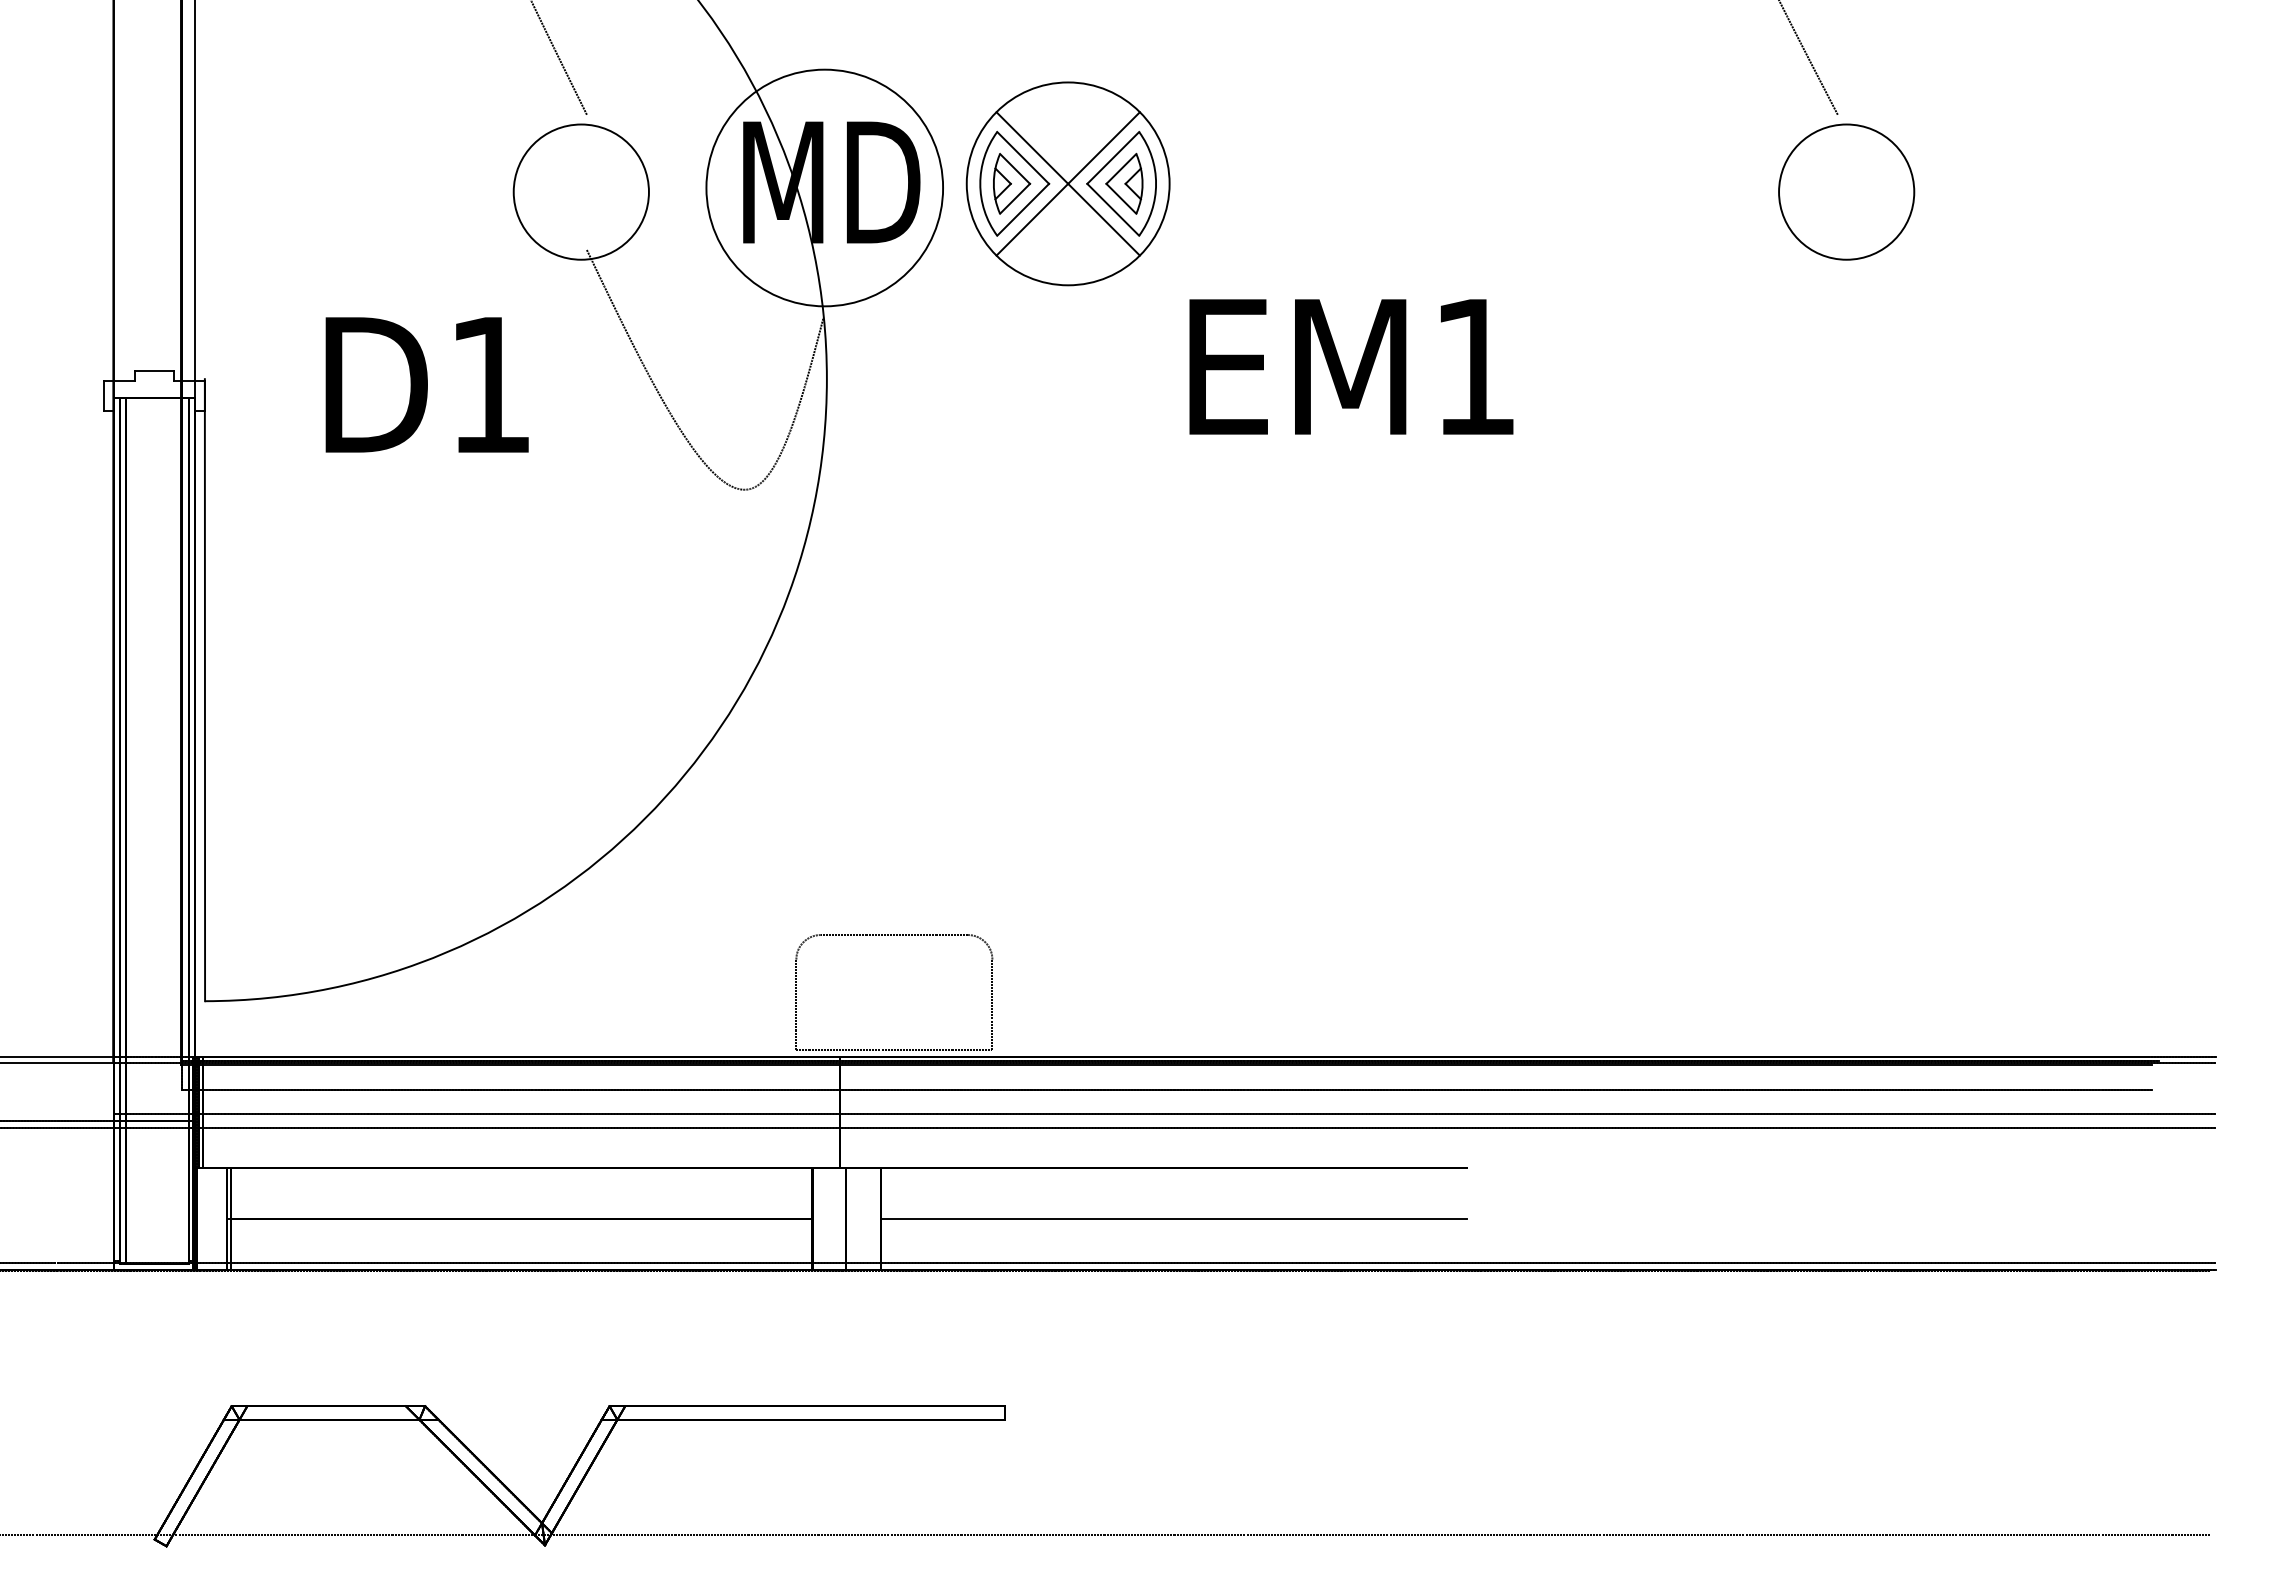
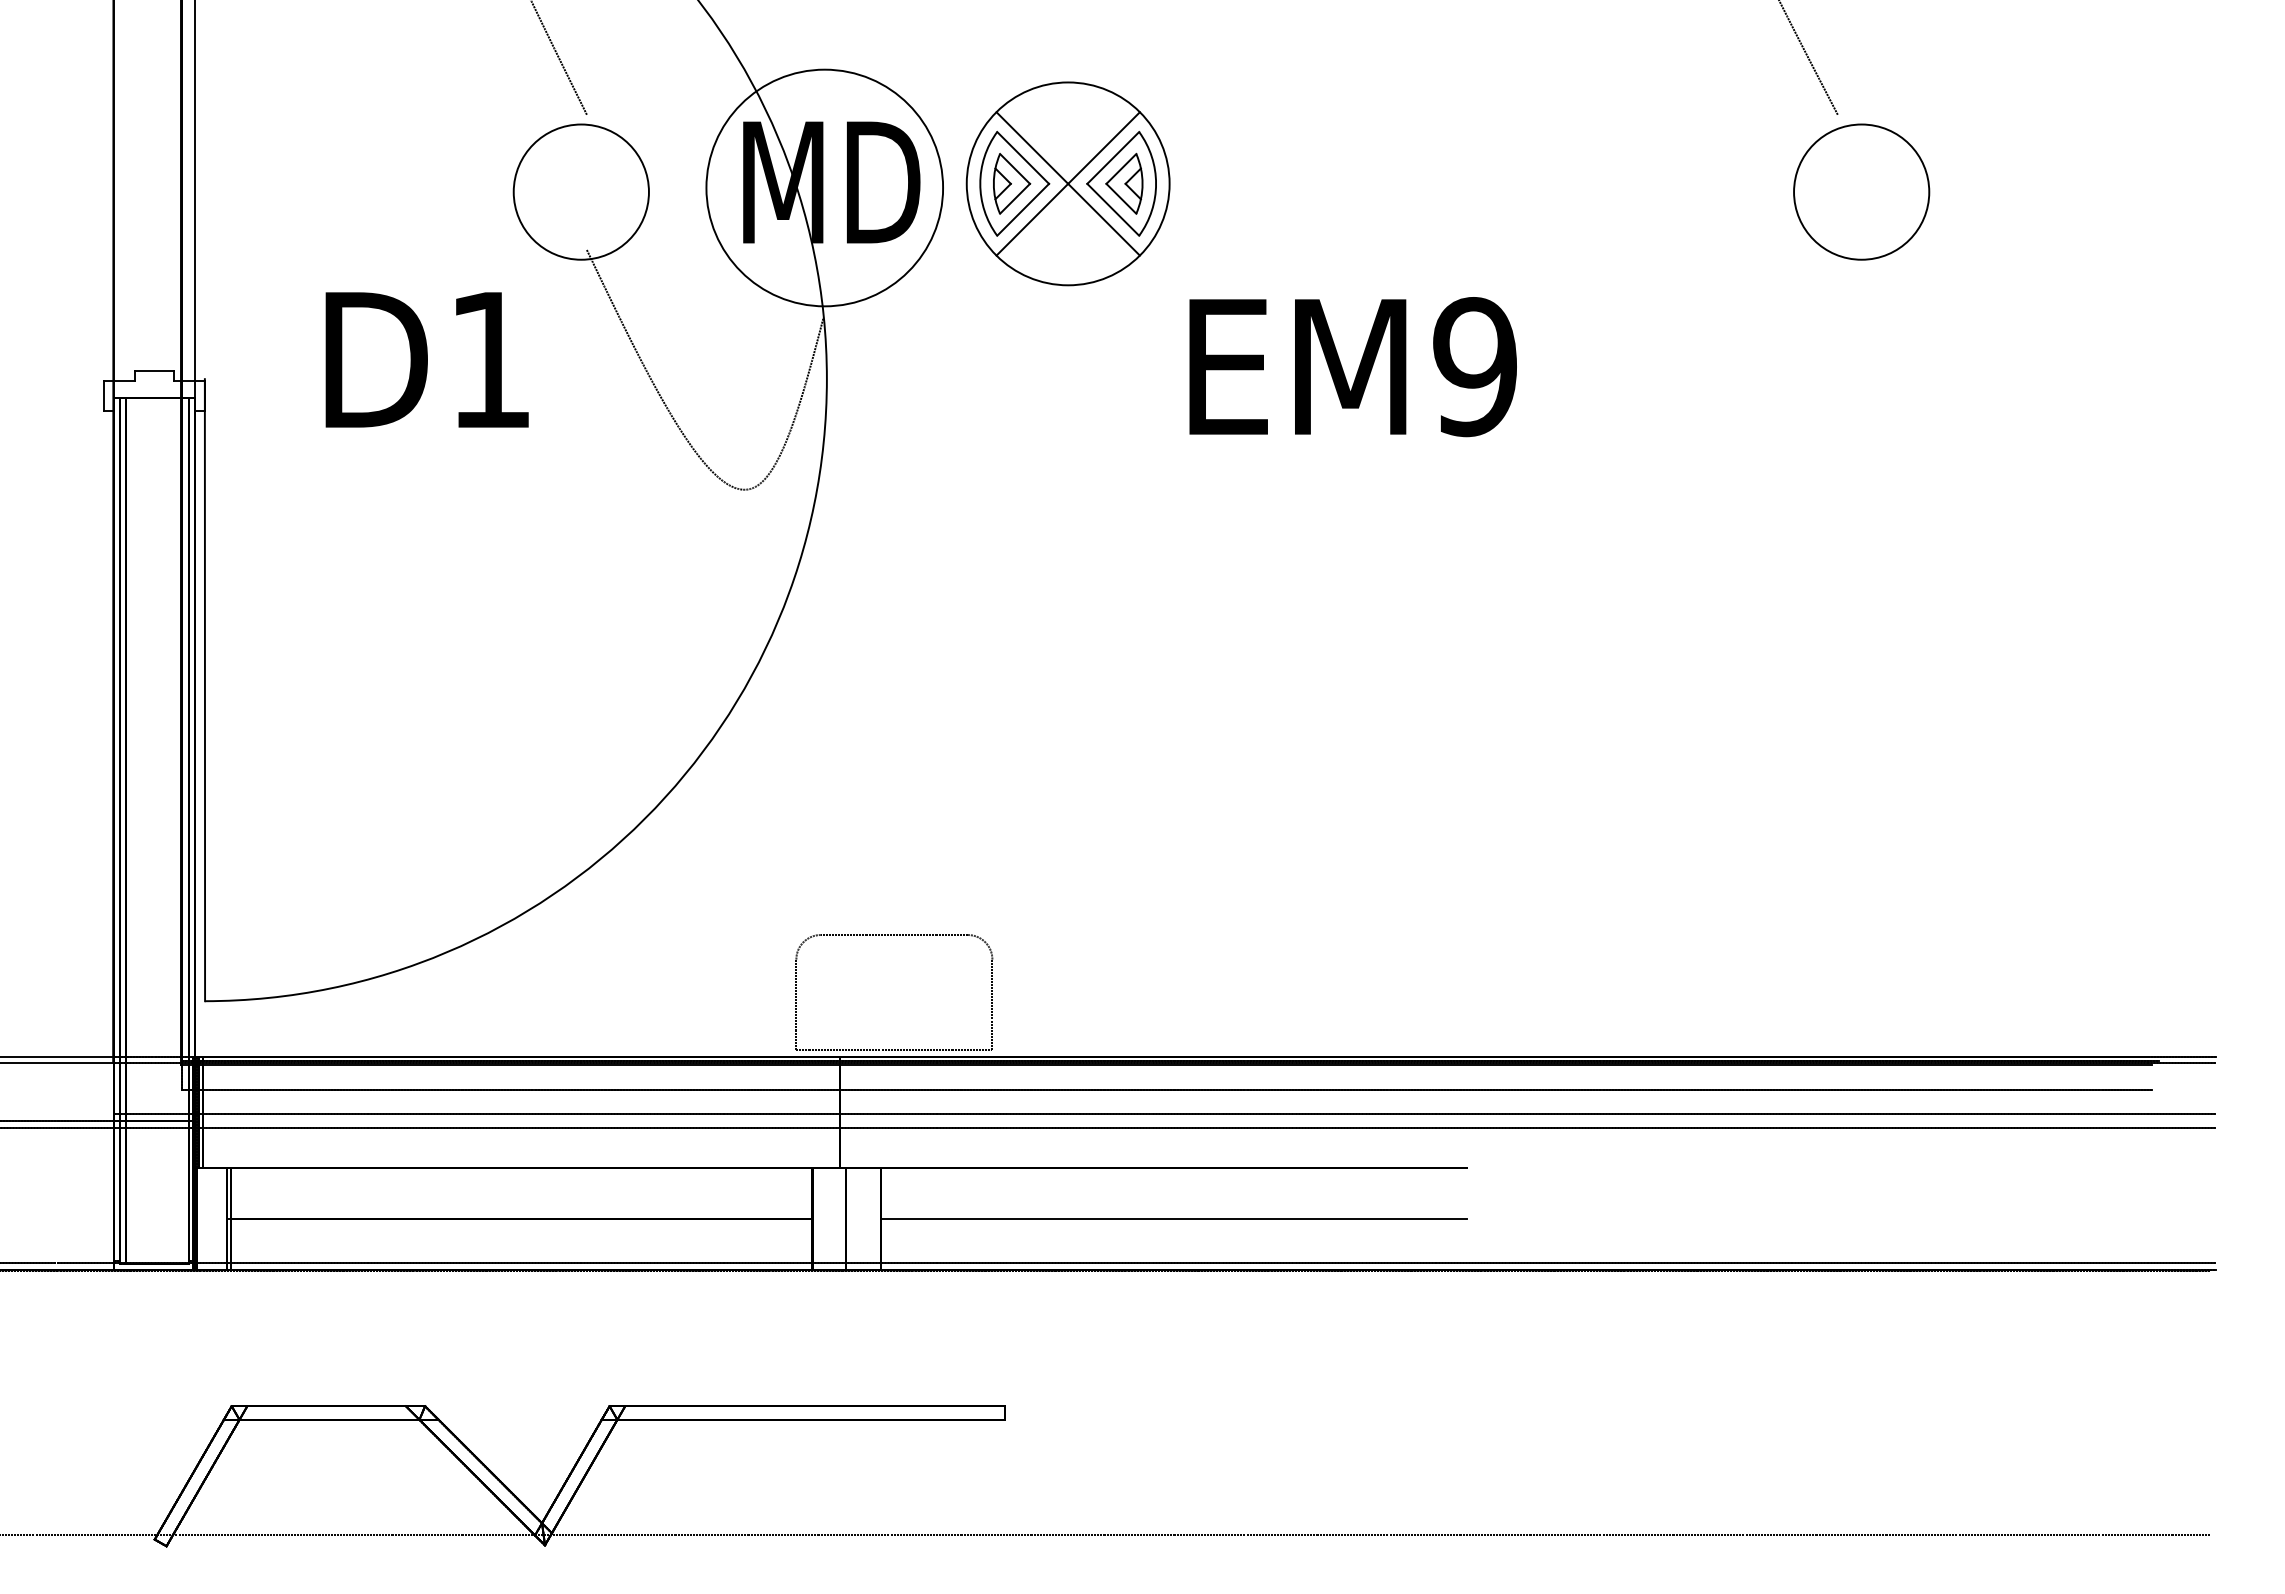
part at (1846, 191) position: (1846, 191) -> (1861, 191)
text at (1474, 367): EM1 -> EM9
text at (426, 384) position: (426, 384) -> (426, 359)
